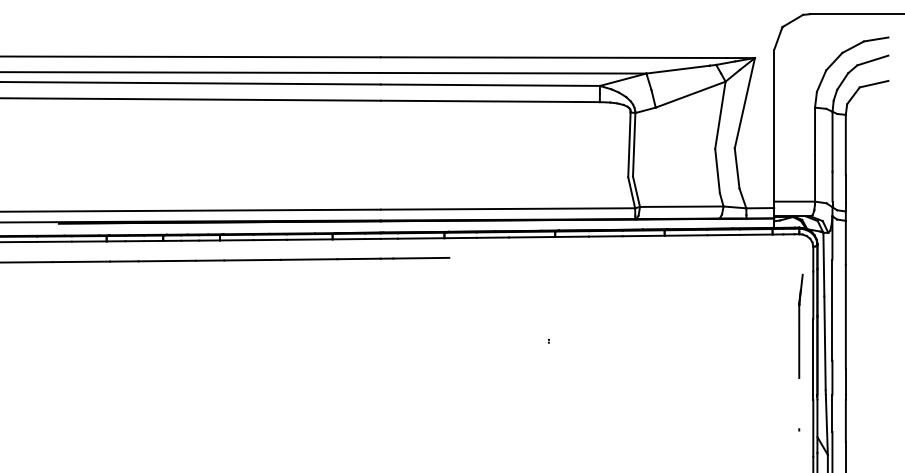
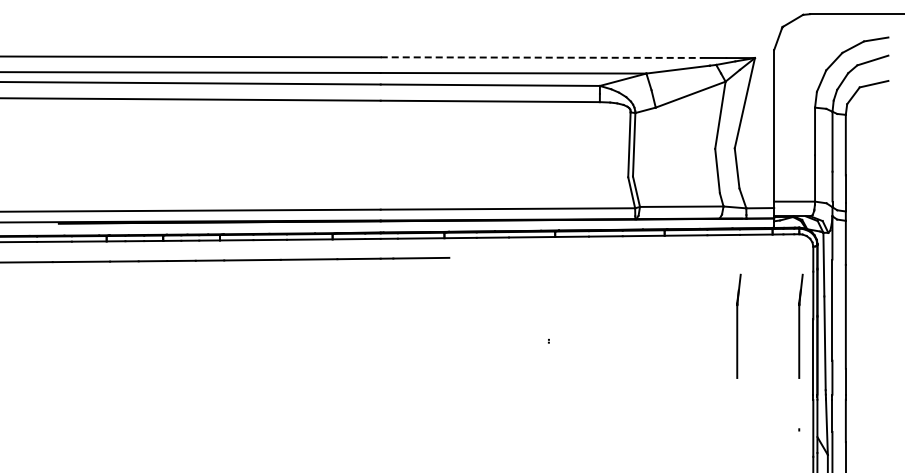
line at (541, 57): solid -> dashed
part at (738, 325): none -> present
